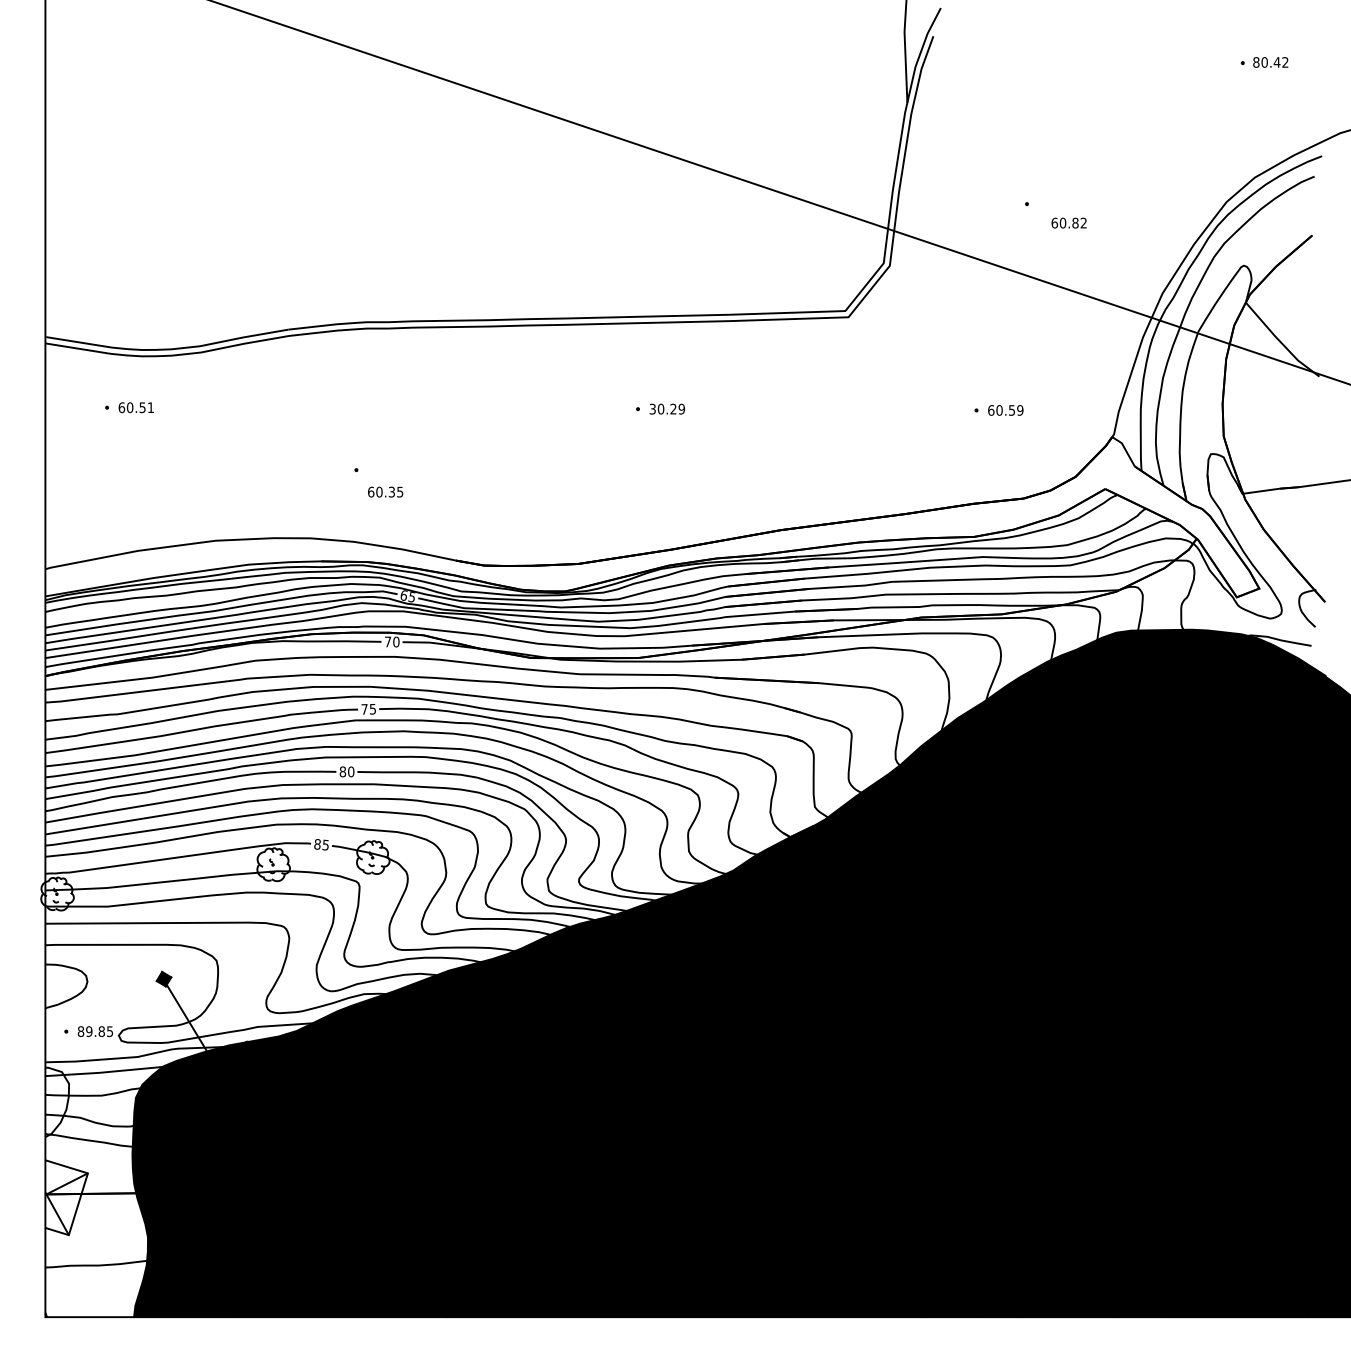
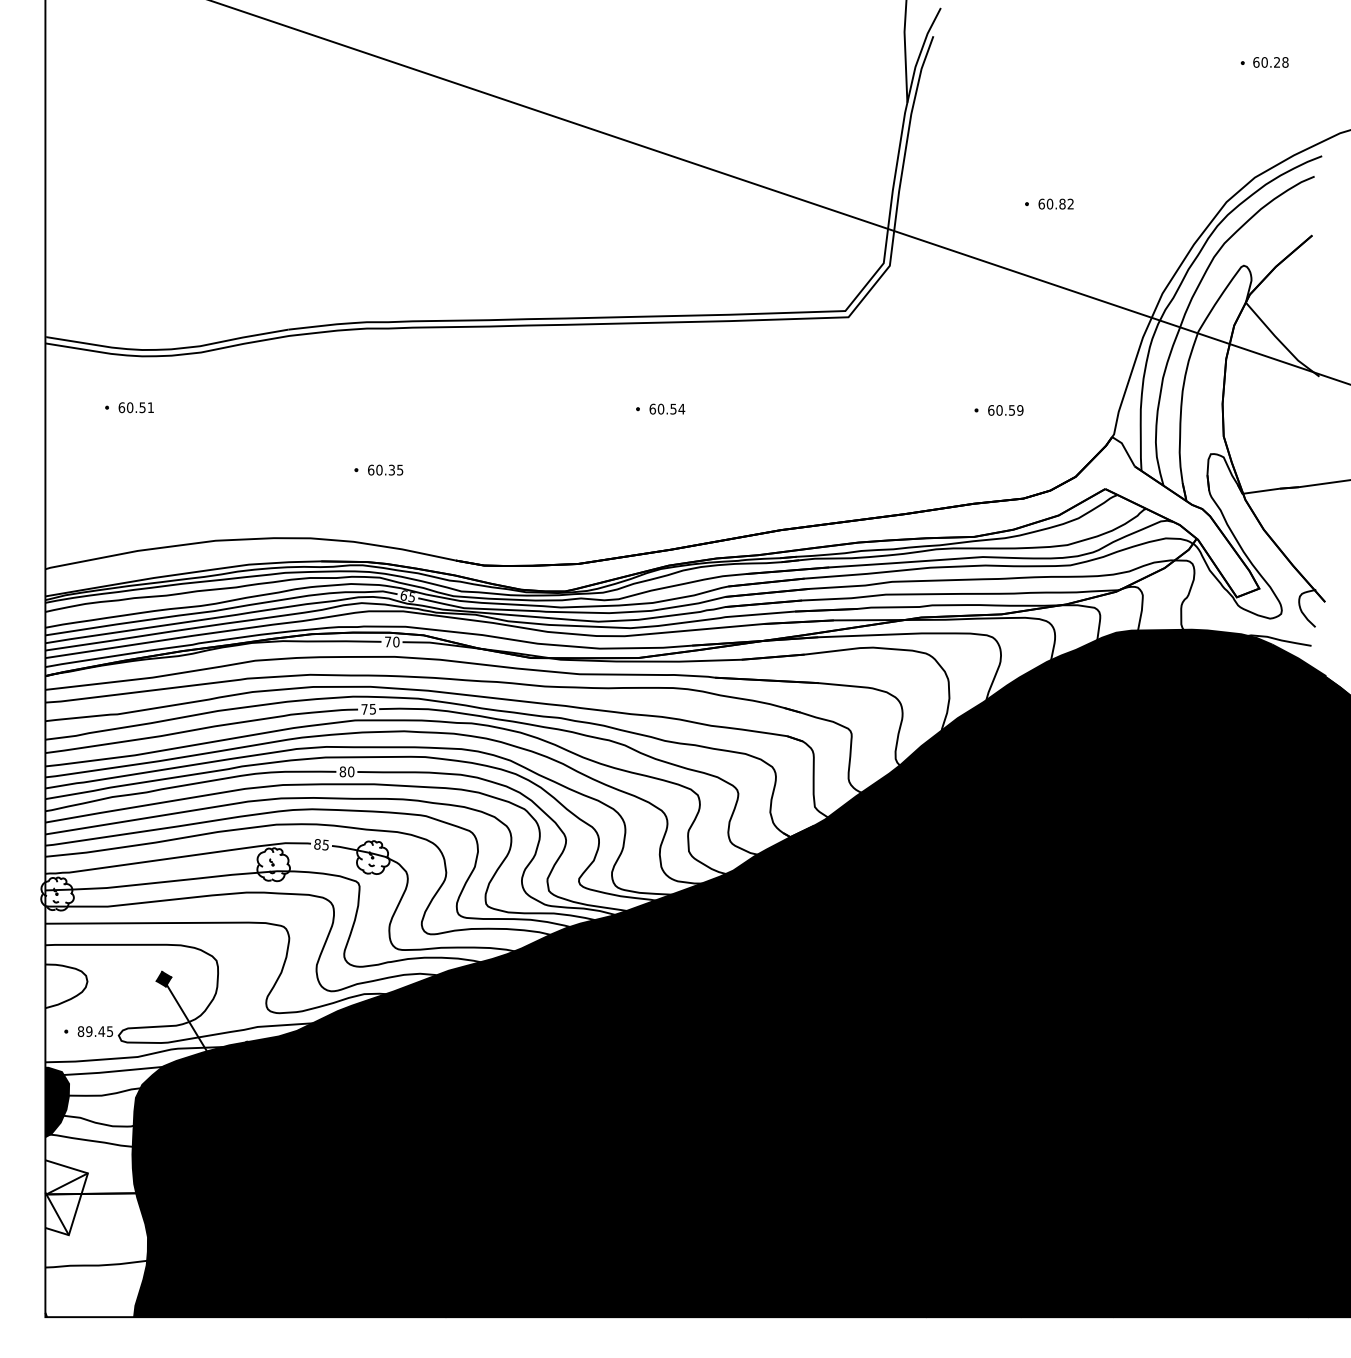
text at (1270, 62): 80.42 -> 60.28
text at (1068, 222) position: (1068, 222) -> (1055, 203)
text at (667, 408): 30.29 -> 60.54
text at (385, 491) position: (385, 491) -> (385, 469)
text at (101, 1031): 89.85 -> 89.45
fill at (57, 1102): none -> present
